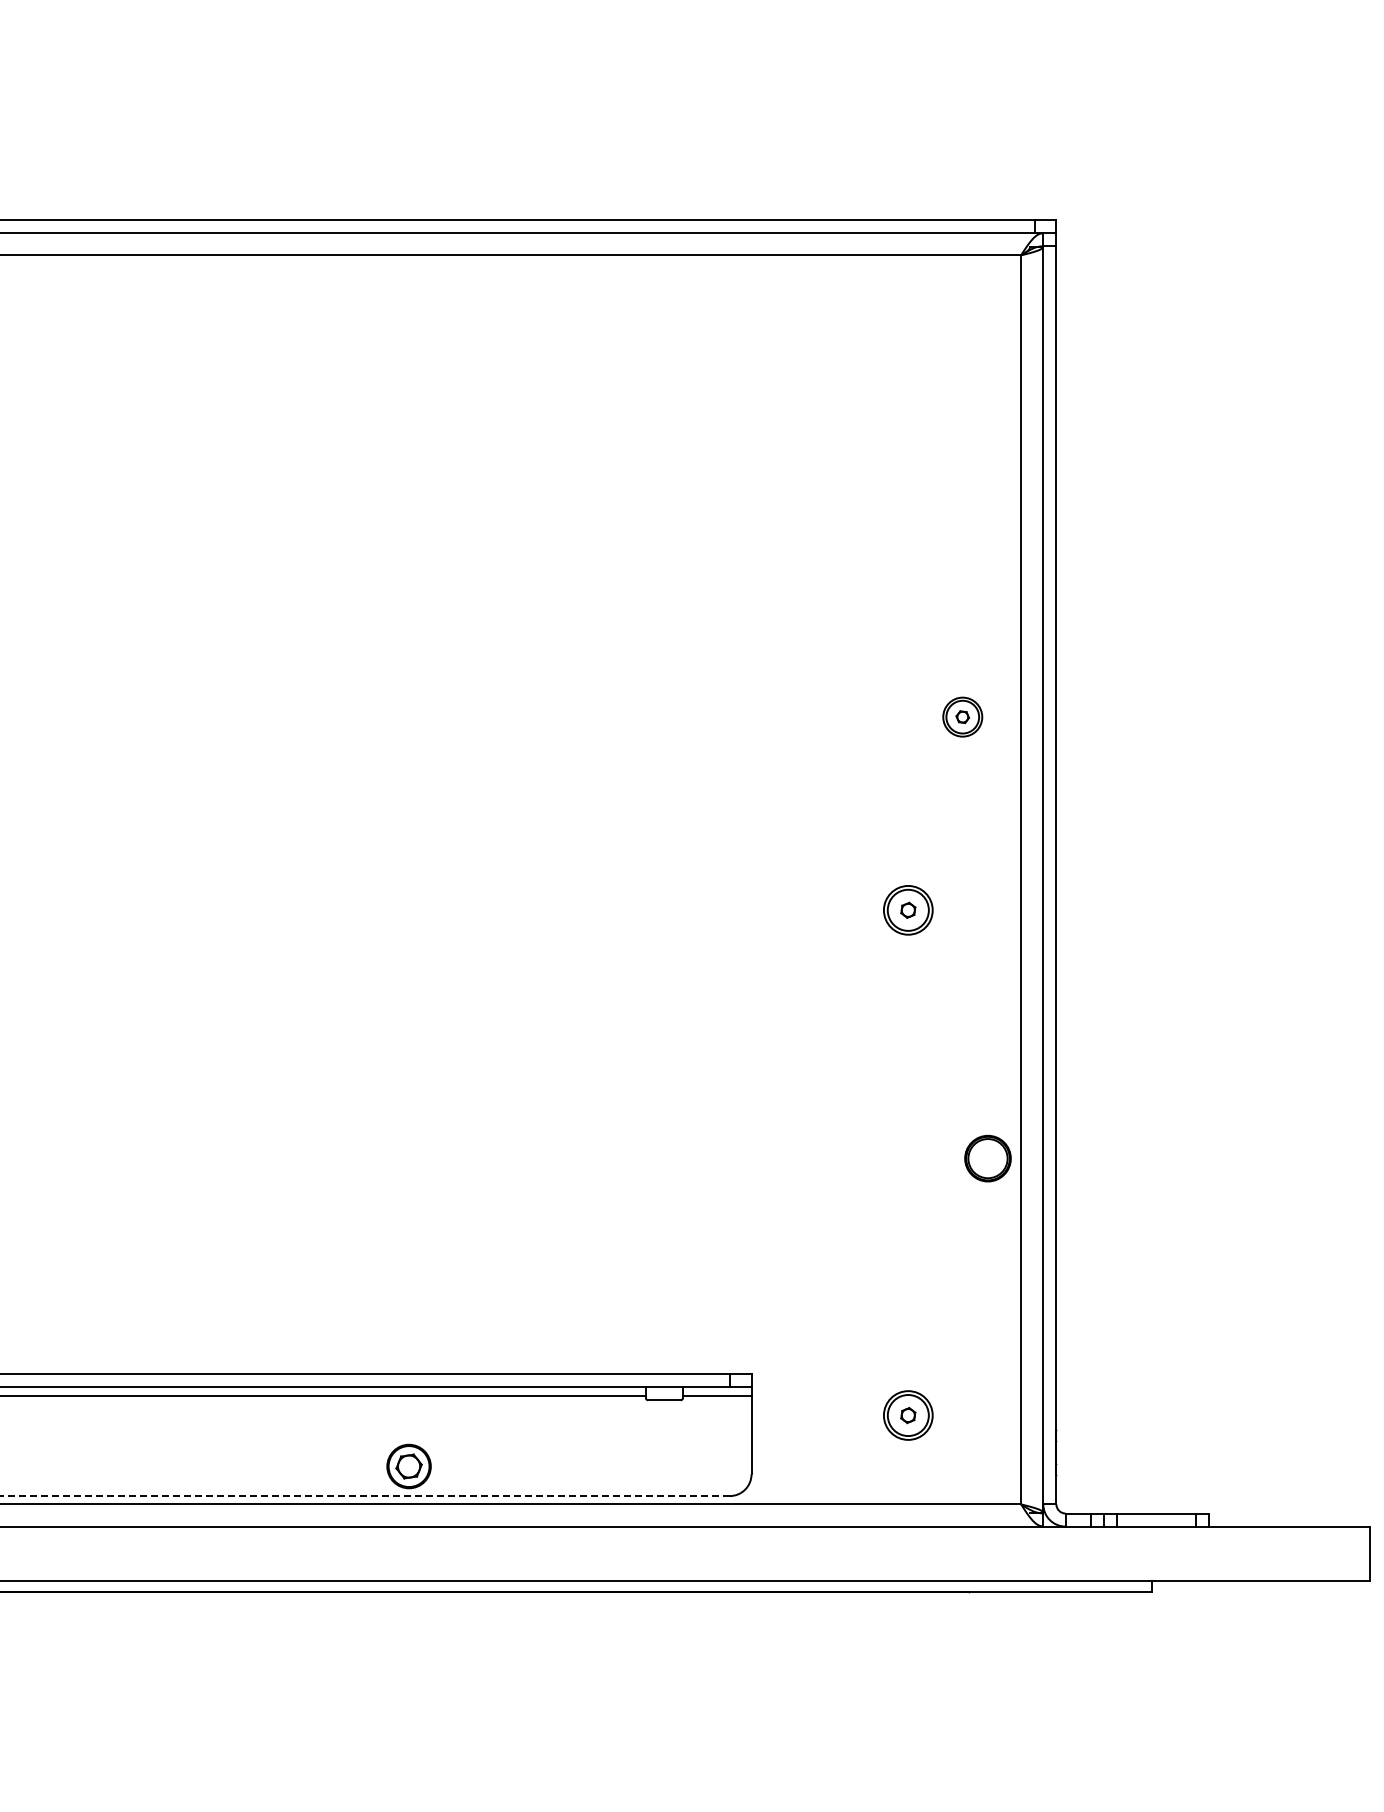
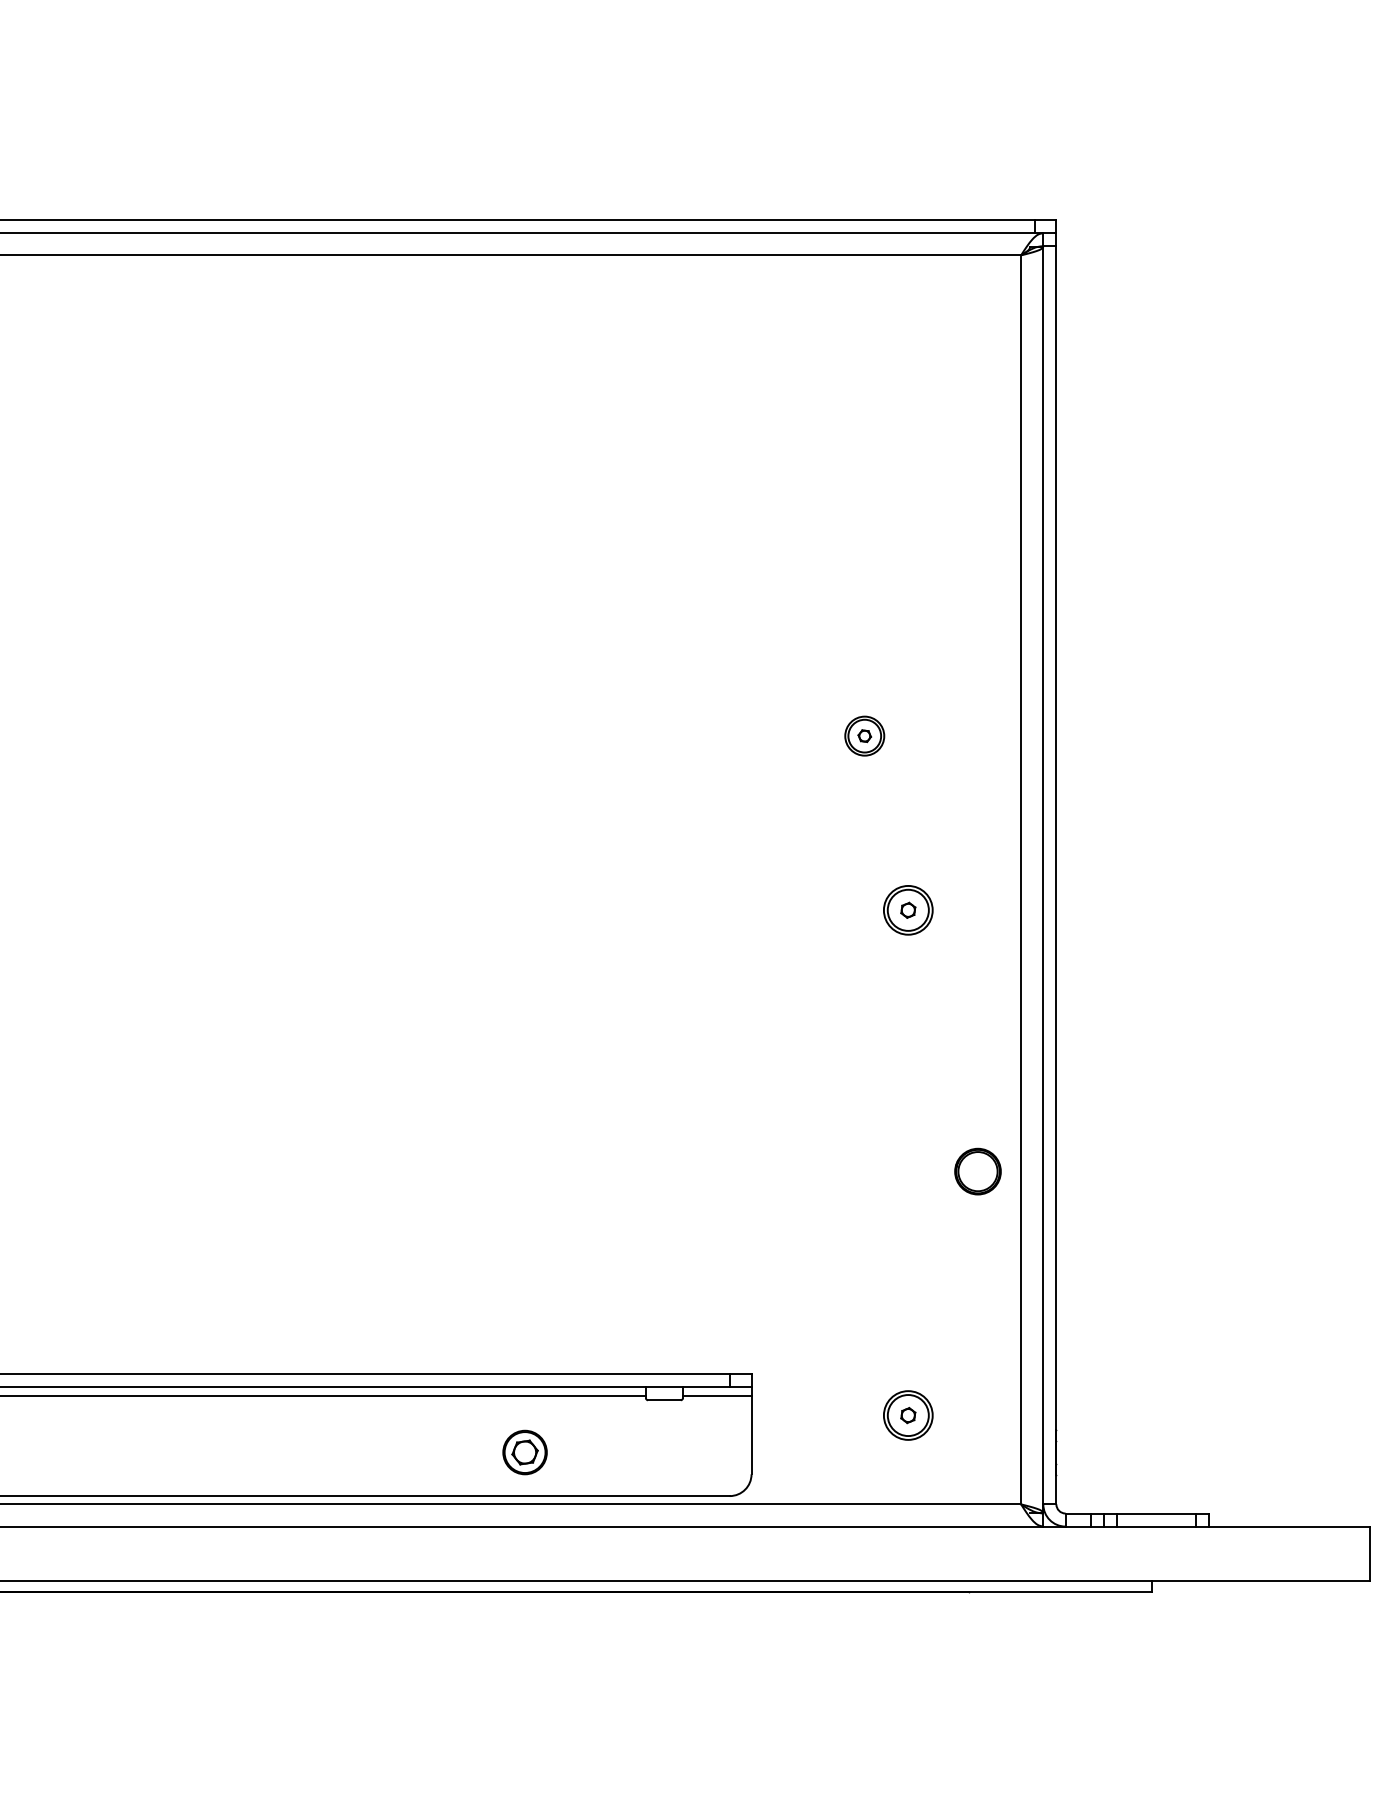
part at (962, 716) position: (962, 716) -> (864, 735)
part at (987, 1158) position: (987, 1158) -> (977, 1171)
part at (408, 1466) position: (408, 1466) -> (524, 1452)
line at (364, 1496): dashed -> solid
